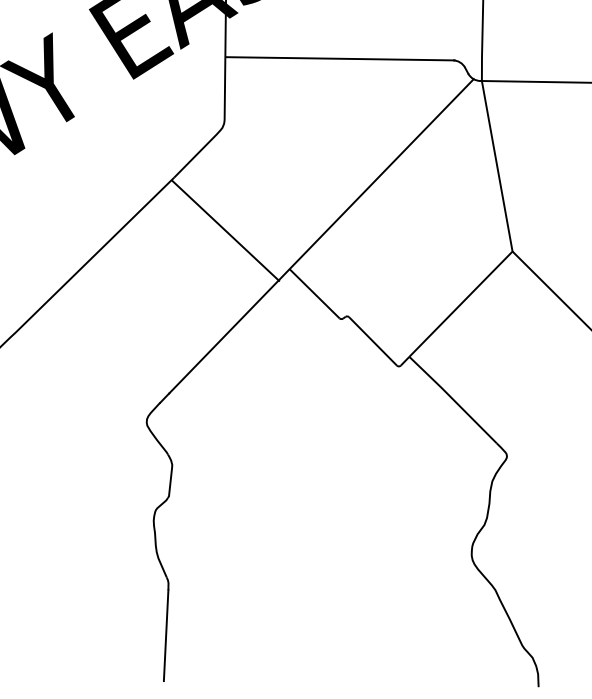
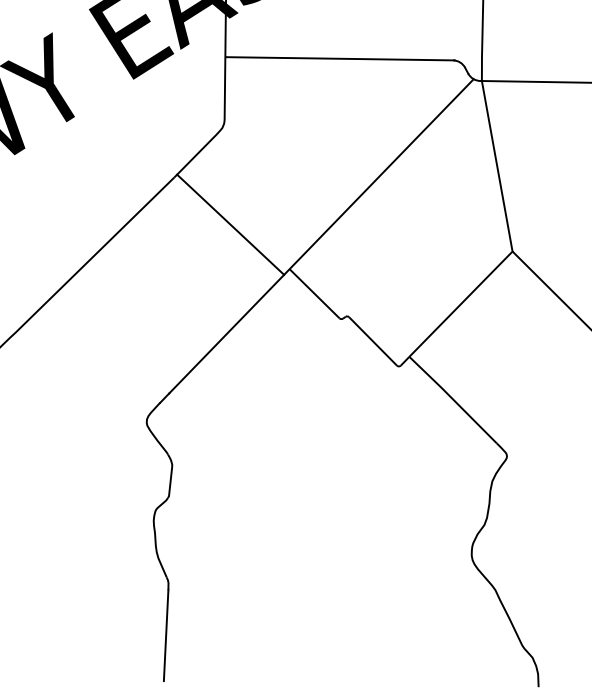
line at (225, 230) position: (225, 230) -> (230, 224)
